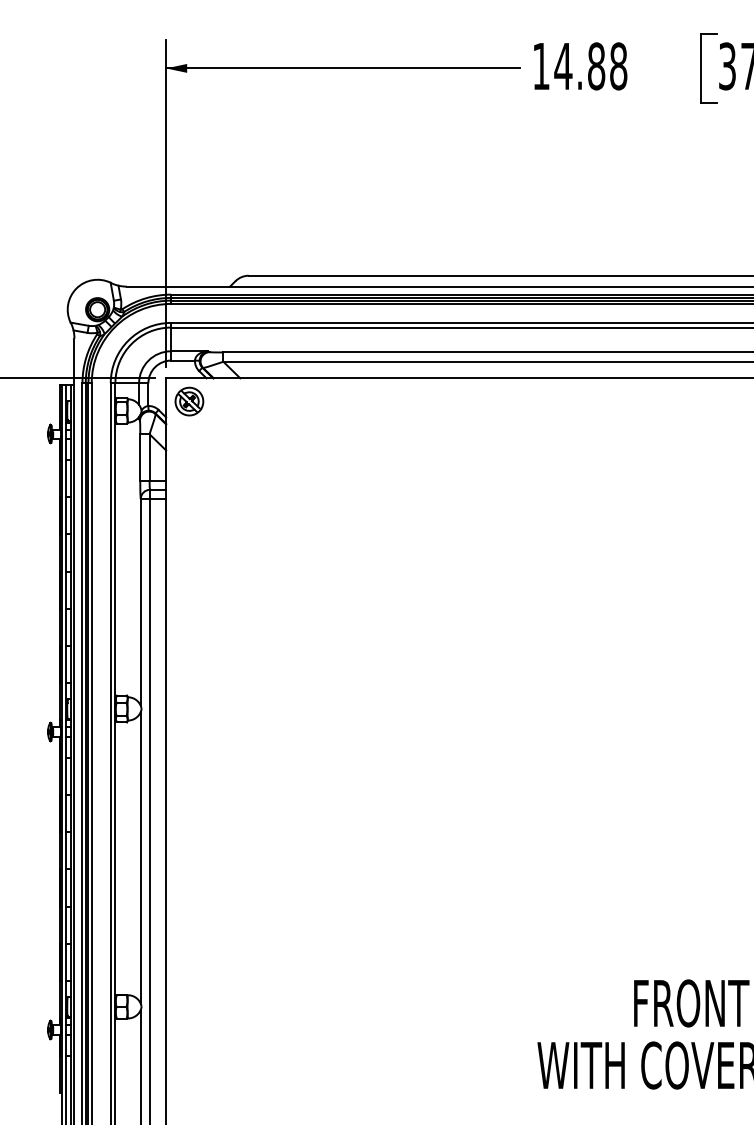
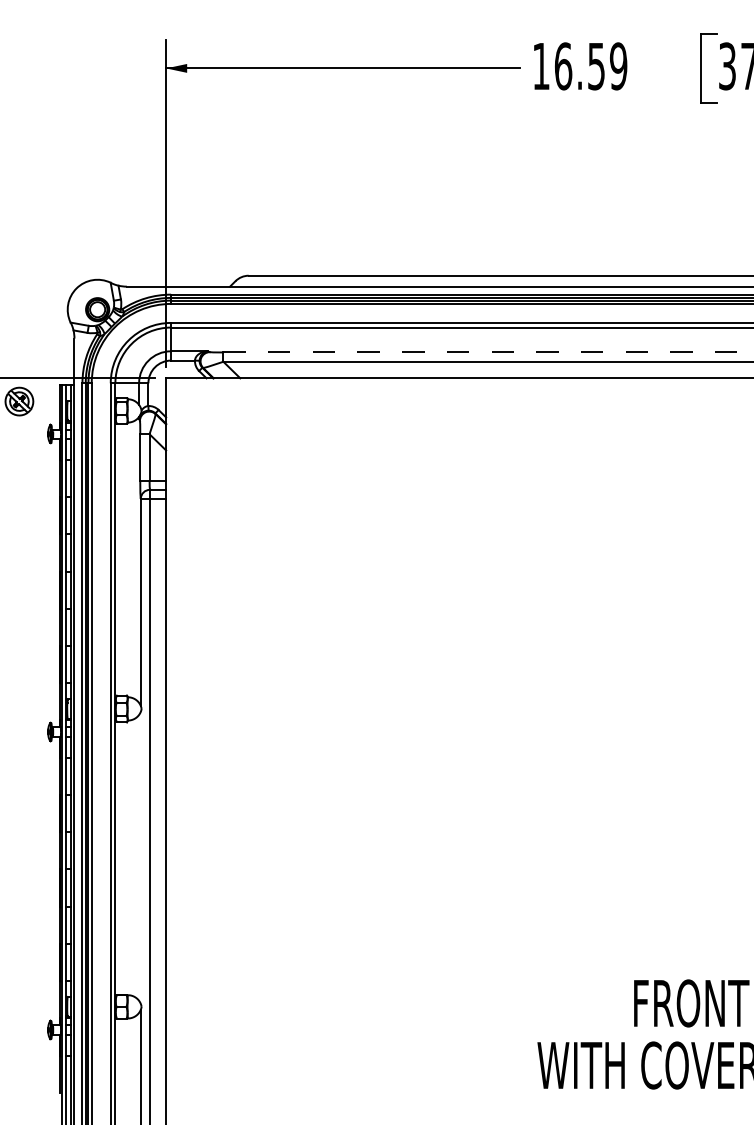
text at (590, 66): 14.88 -> 16.59
line at (488, 352): solid -> dashed
part at (189, 401) position: (189, 401) -> (19, 401)
line at (140, 857): present -> none
